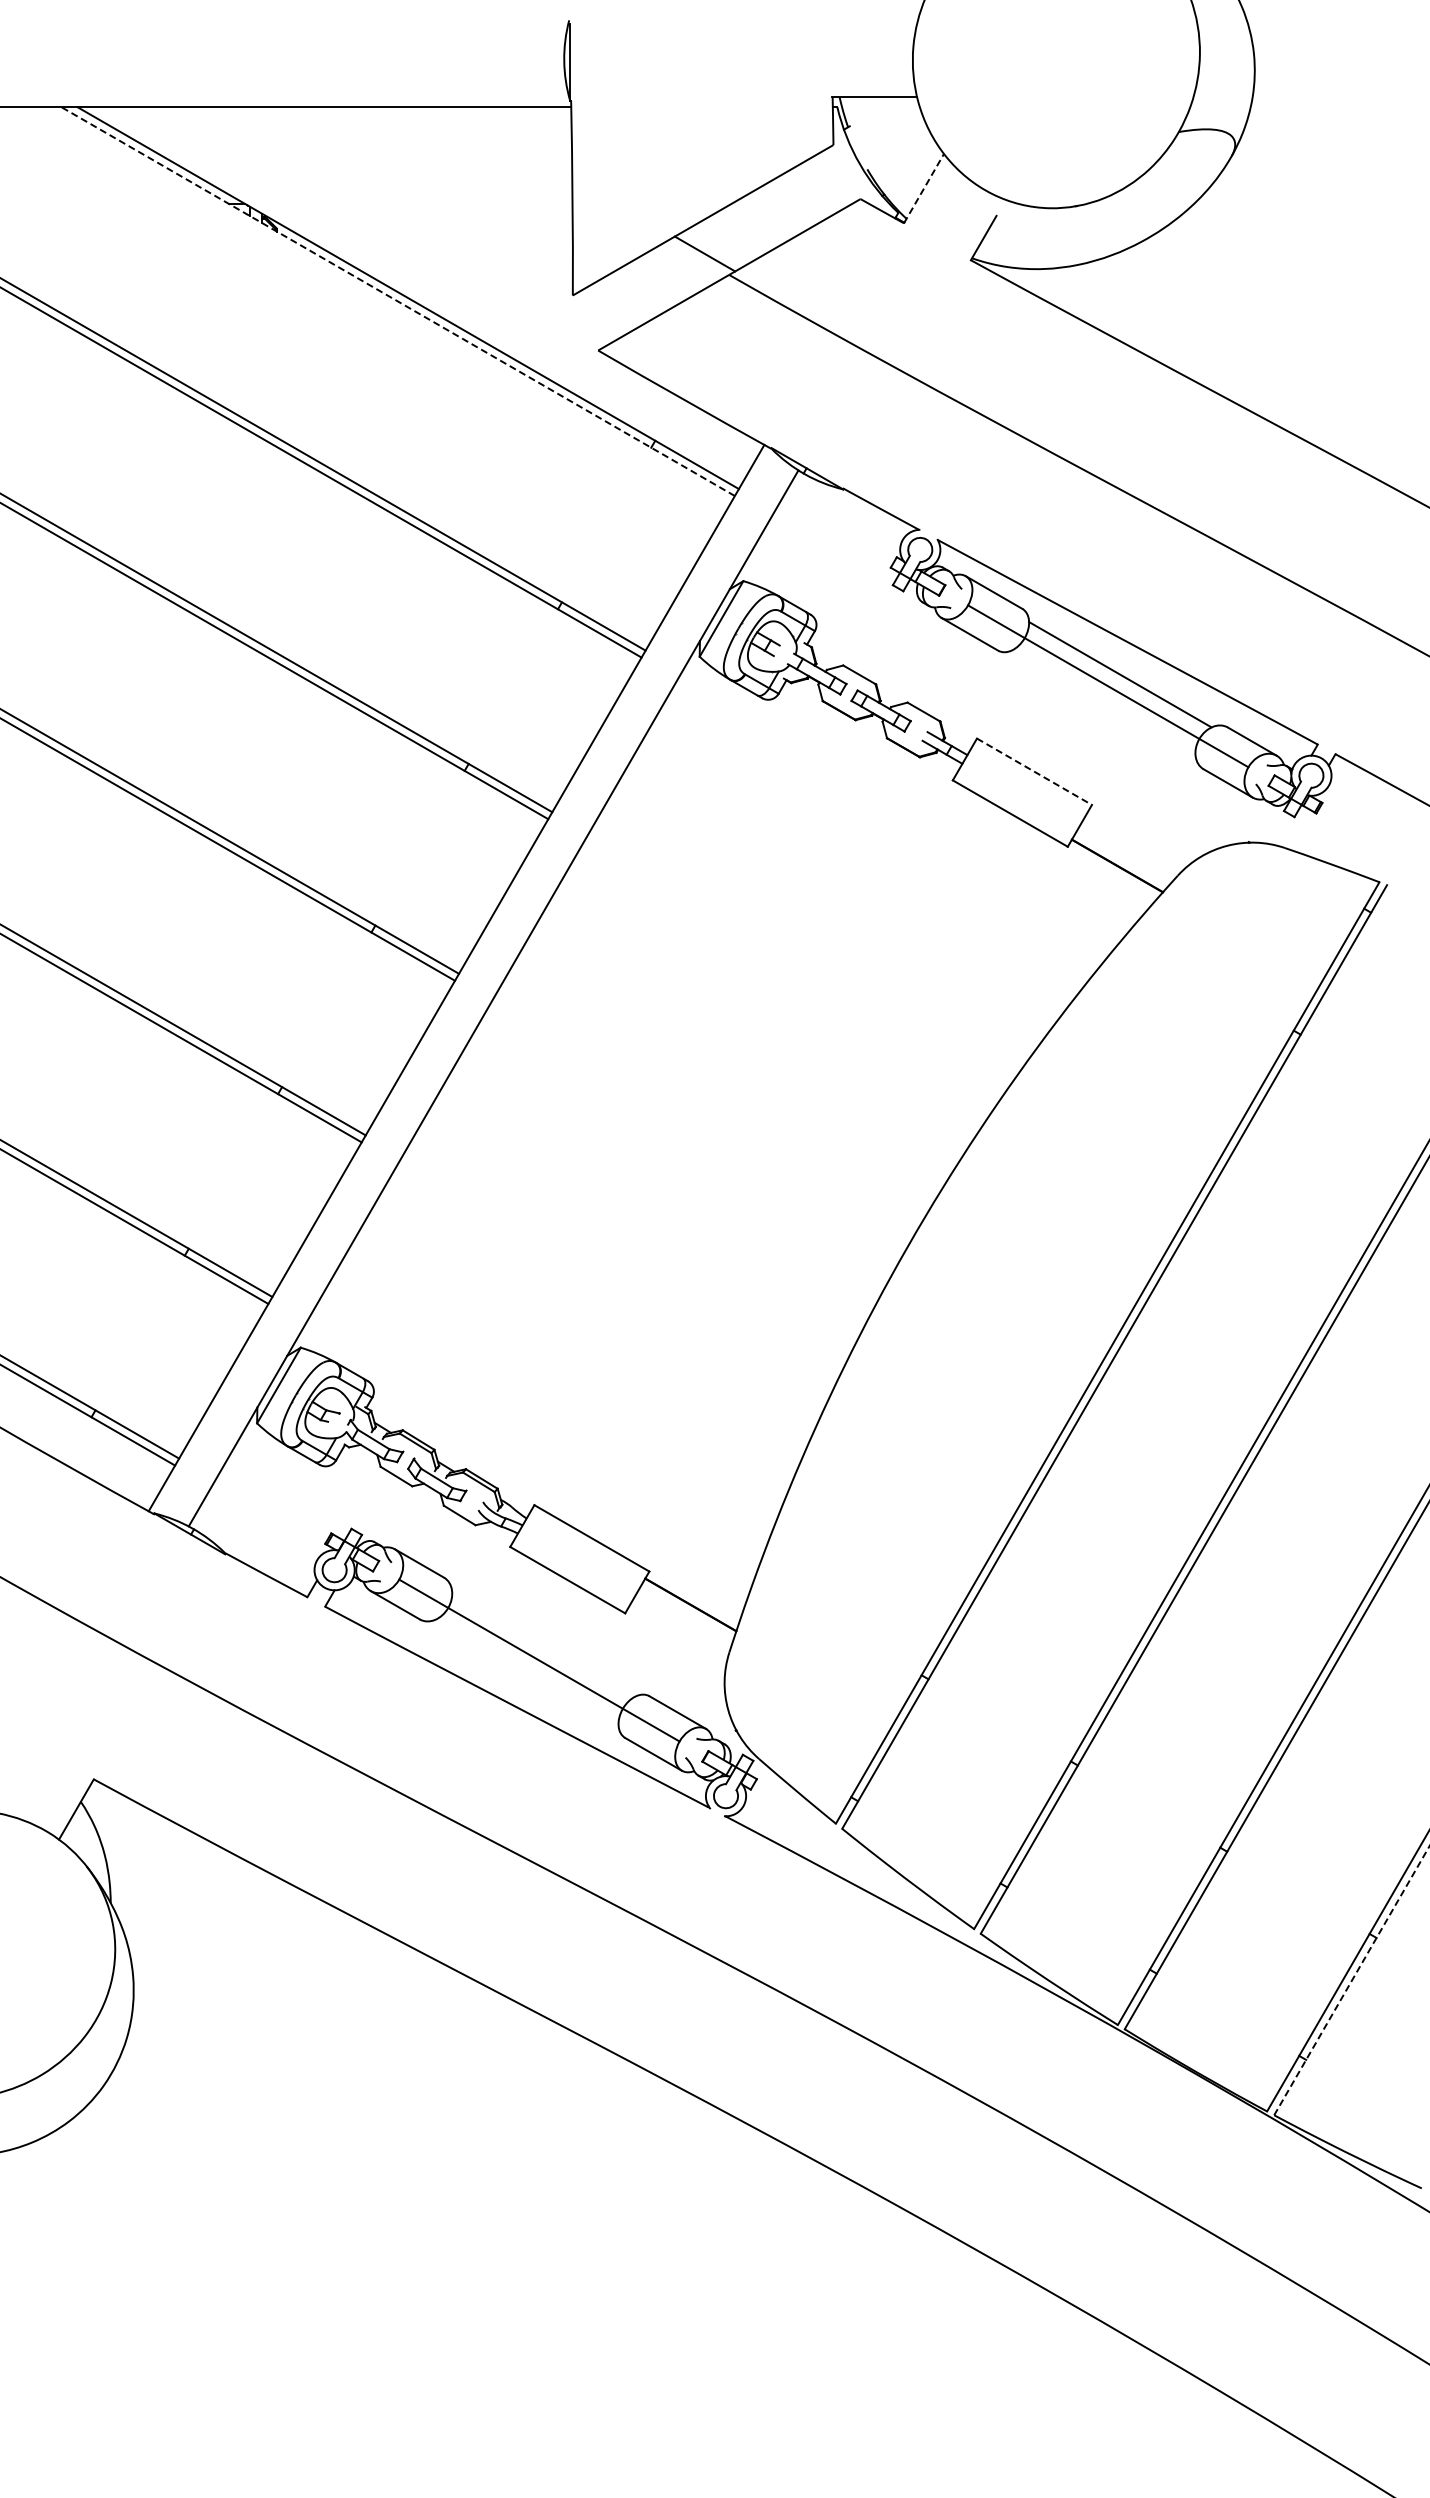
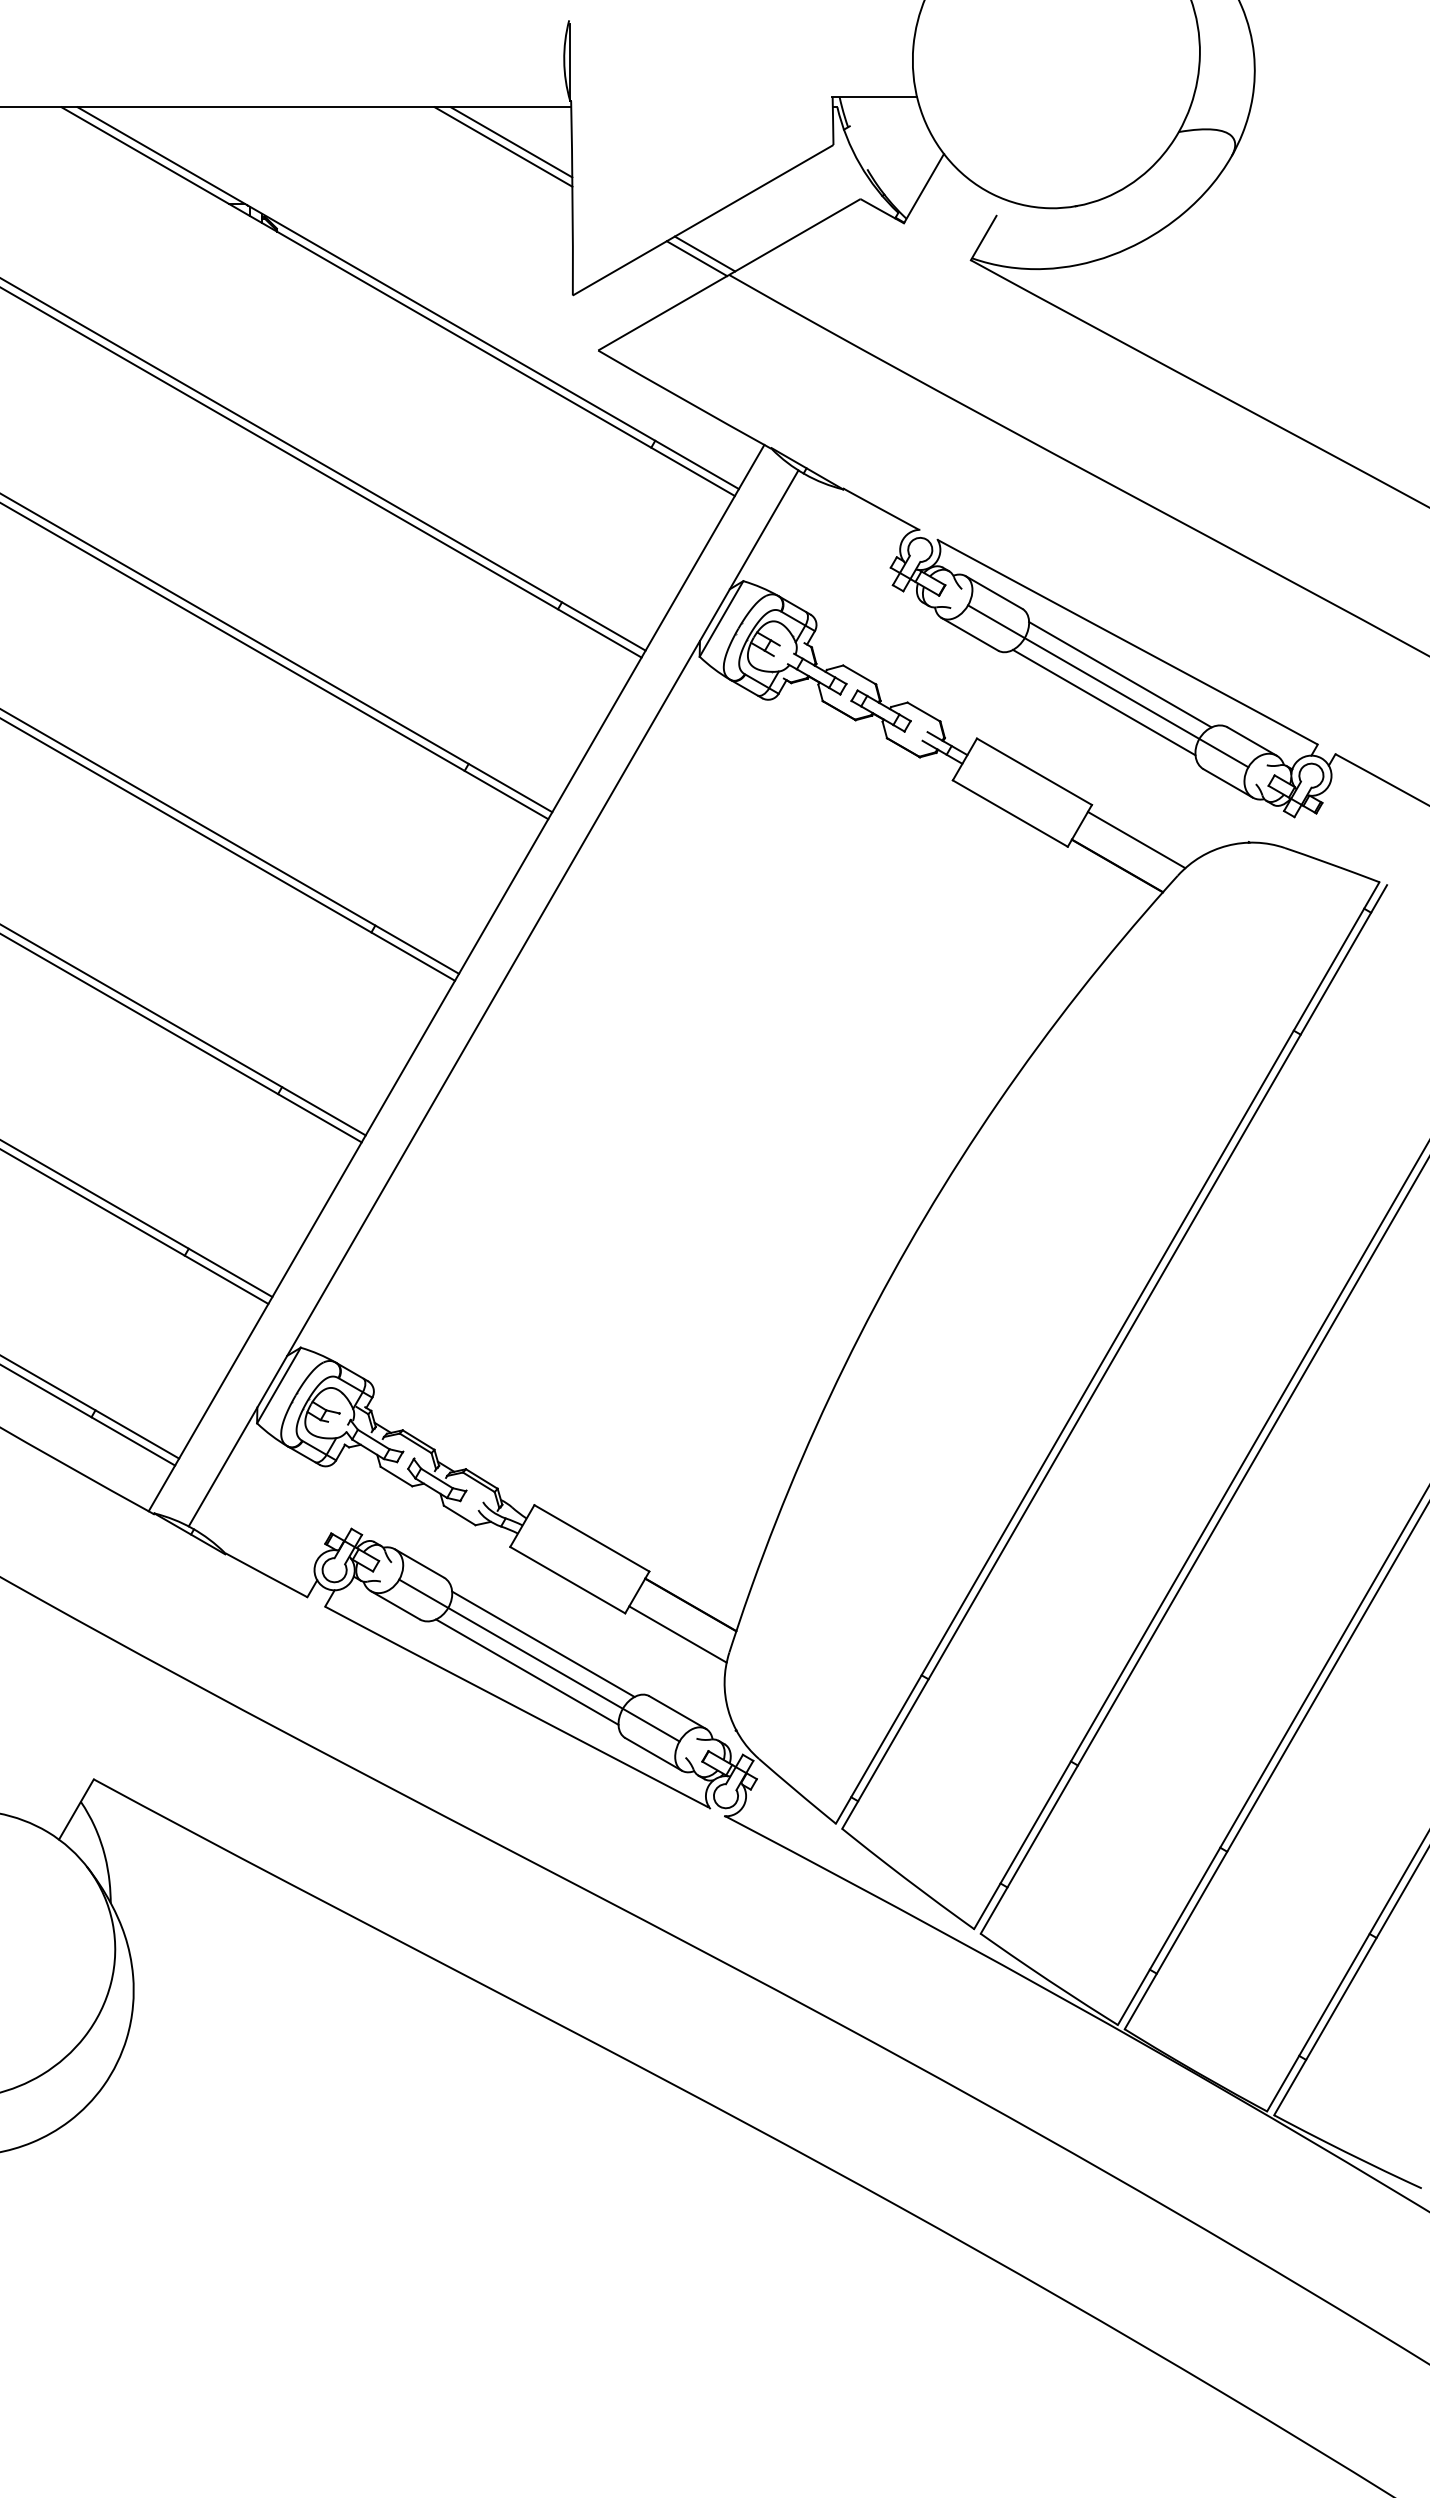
line at (511, 142): none -> present
line at (503, 146): none -> present
line at (924, 188): dashed -> solid
line at (696, 258): none -> present
line at (398, 301): dashed -> solid
line at (1104, 702): none -> present
line at (1034, 772): dashed -> solid
line at (1136, 839): none -> present
line at (677, 1634): none -> present
line at (543, 1643): none -> present
line at (527, 1671): none -> present
line at (1352, 1980): dashed -> solid
